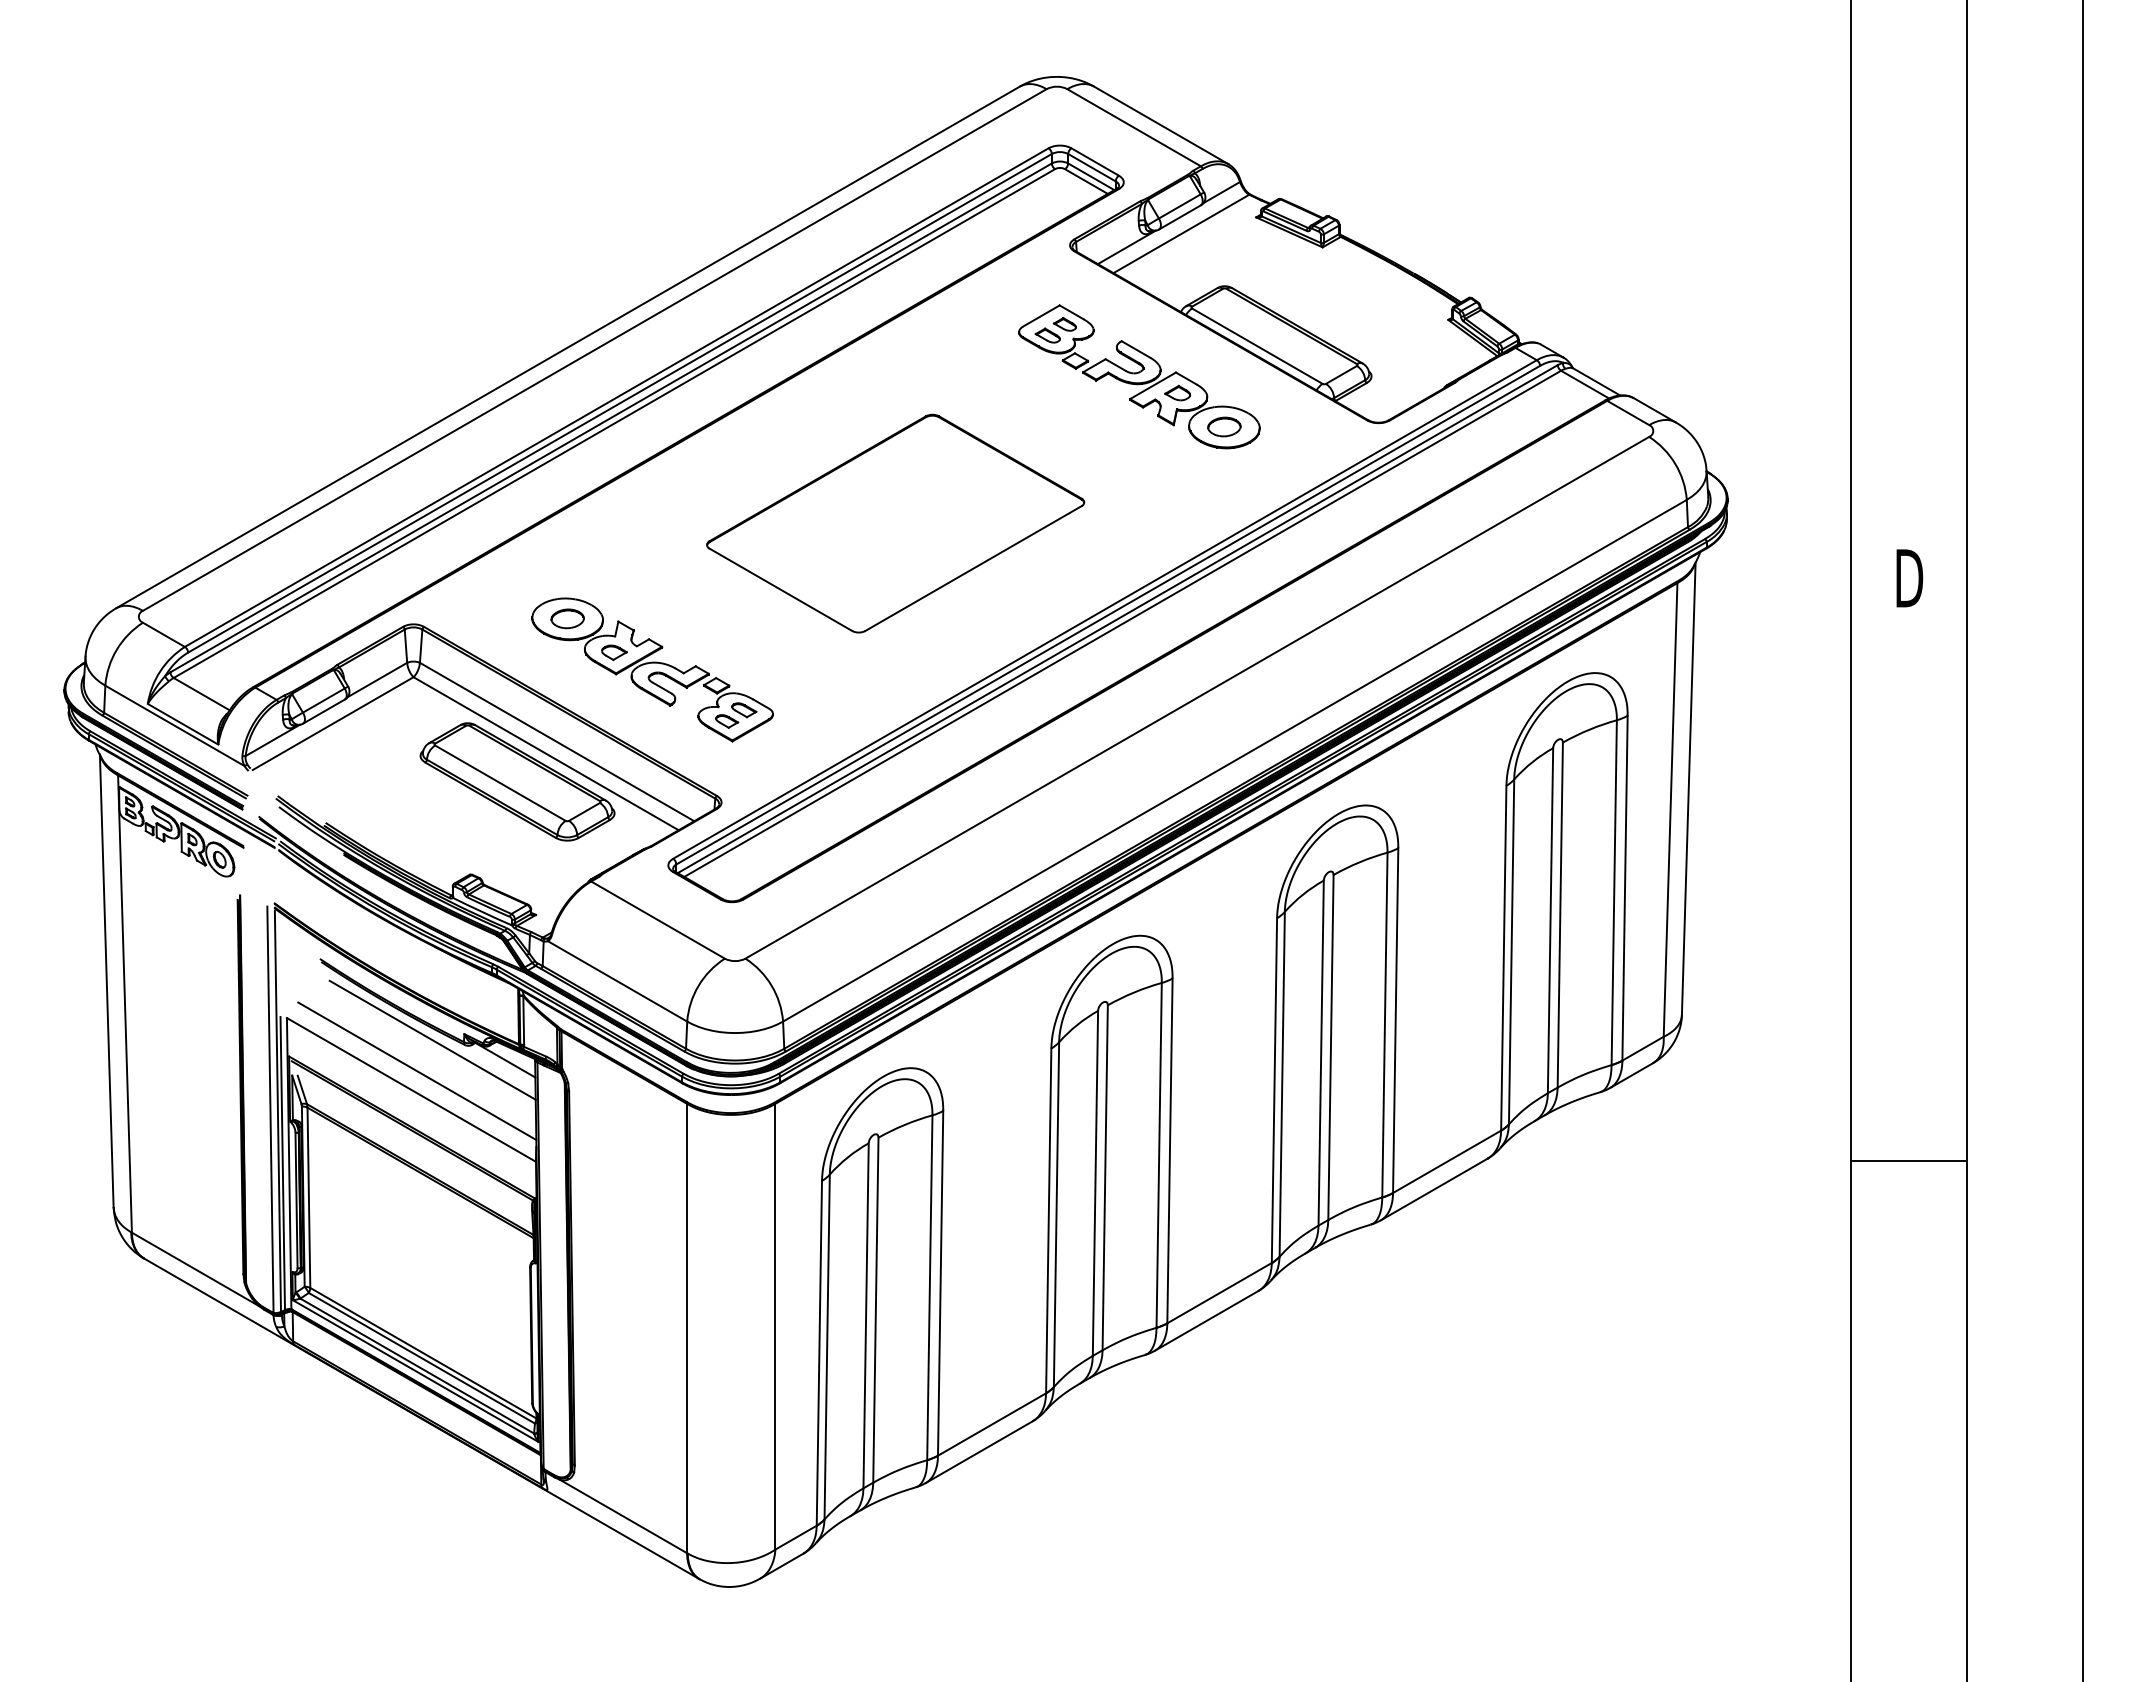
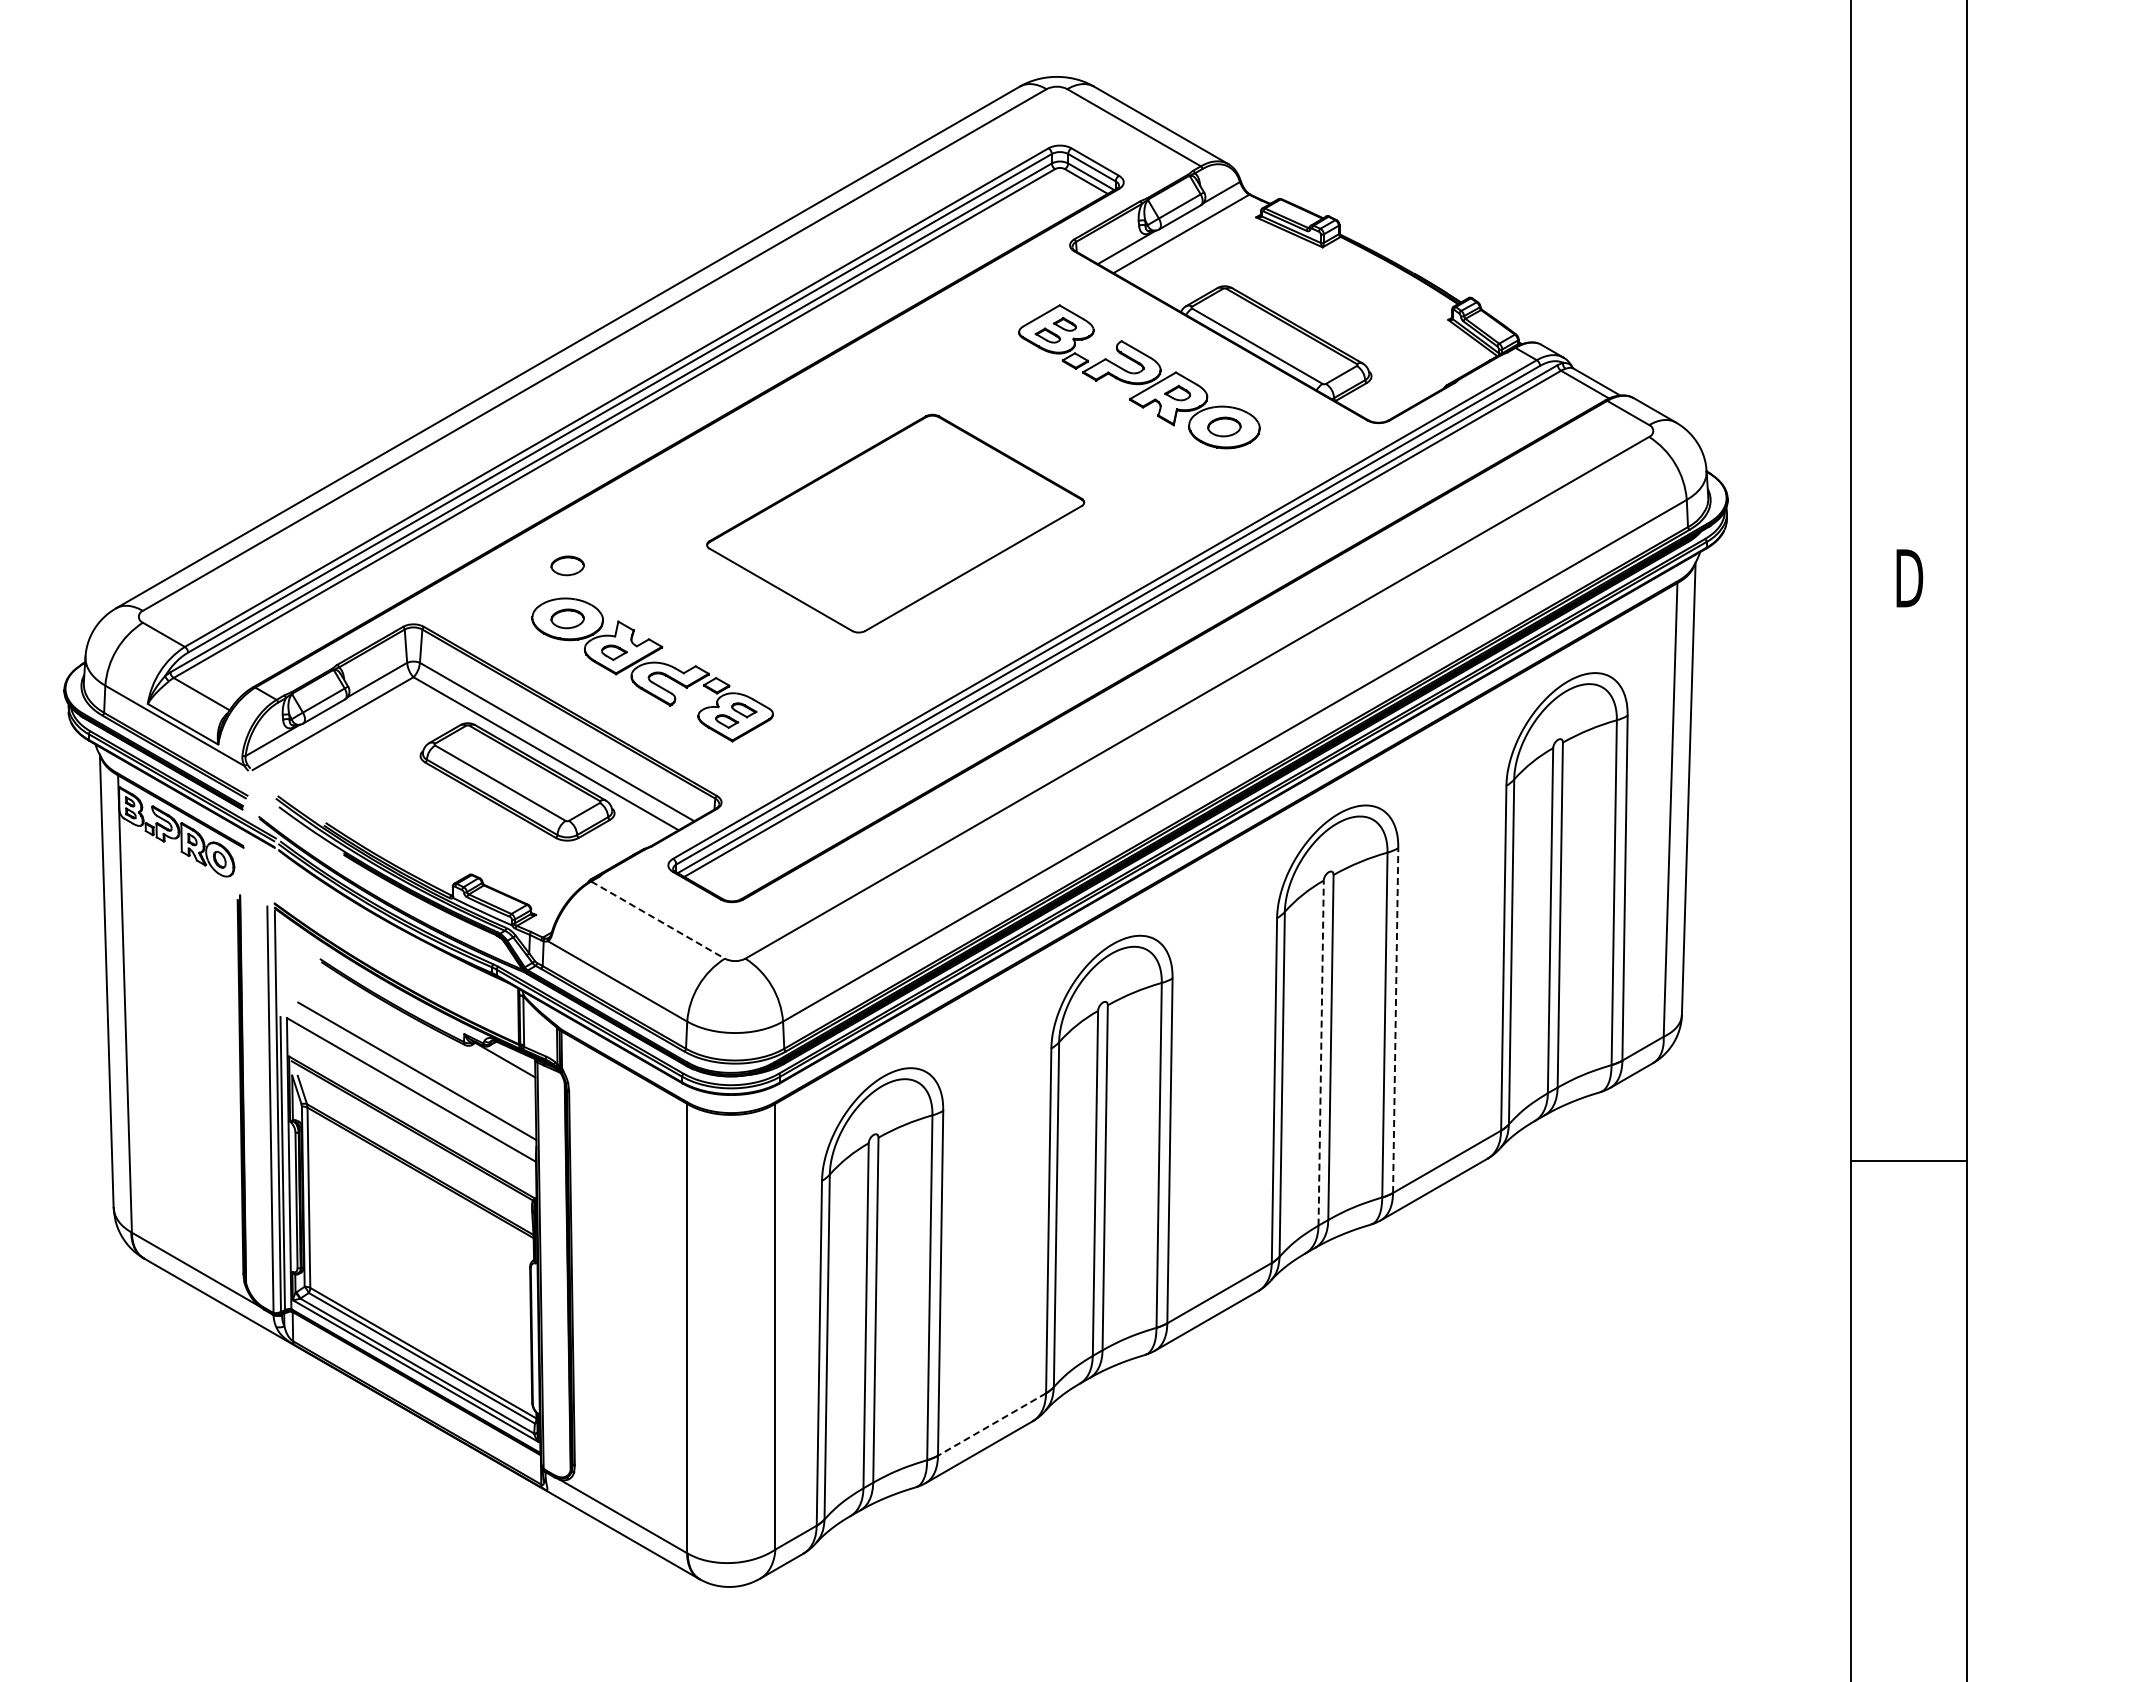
part at (567, 565): none -> present
line at (2082, 840): present -> none
line at (658, 920): solid -> dashed
line at (1395, 1020): solid -> dashed
line at (432, 1039): present -> none
line at (1321, 1053): solid -> dashed
line at (991, 1424): solid -> dashed
